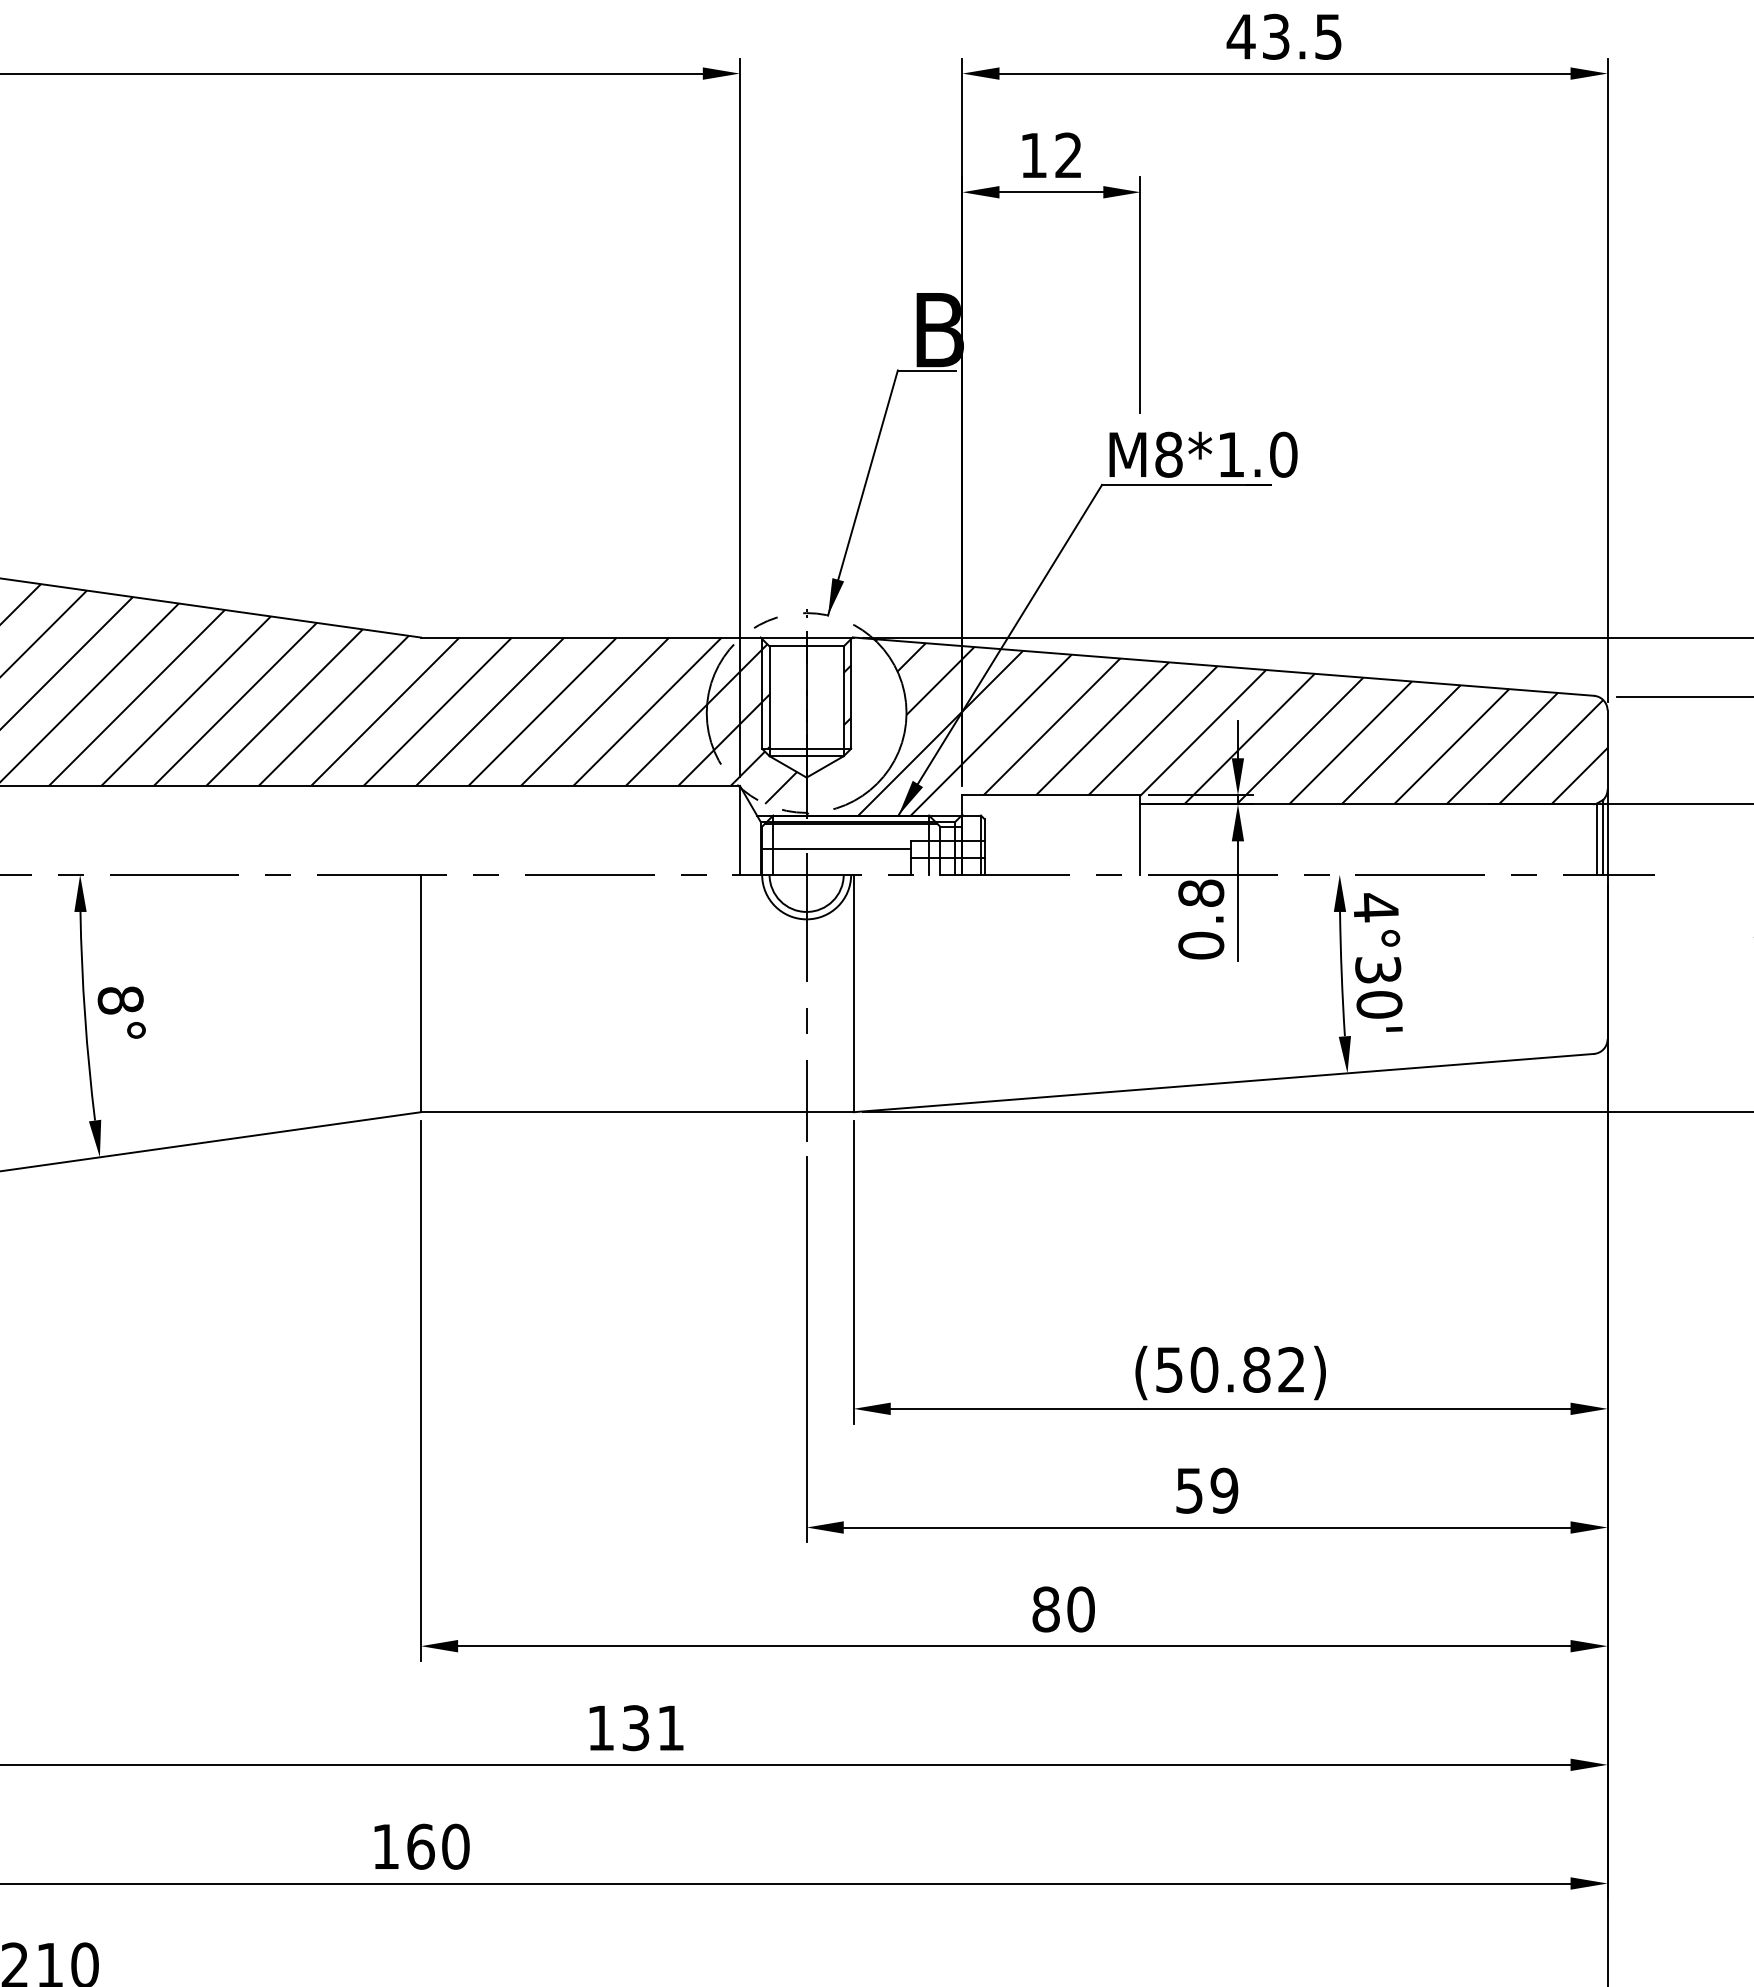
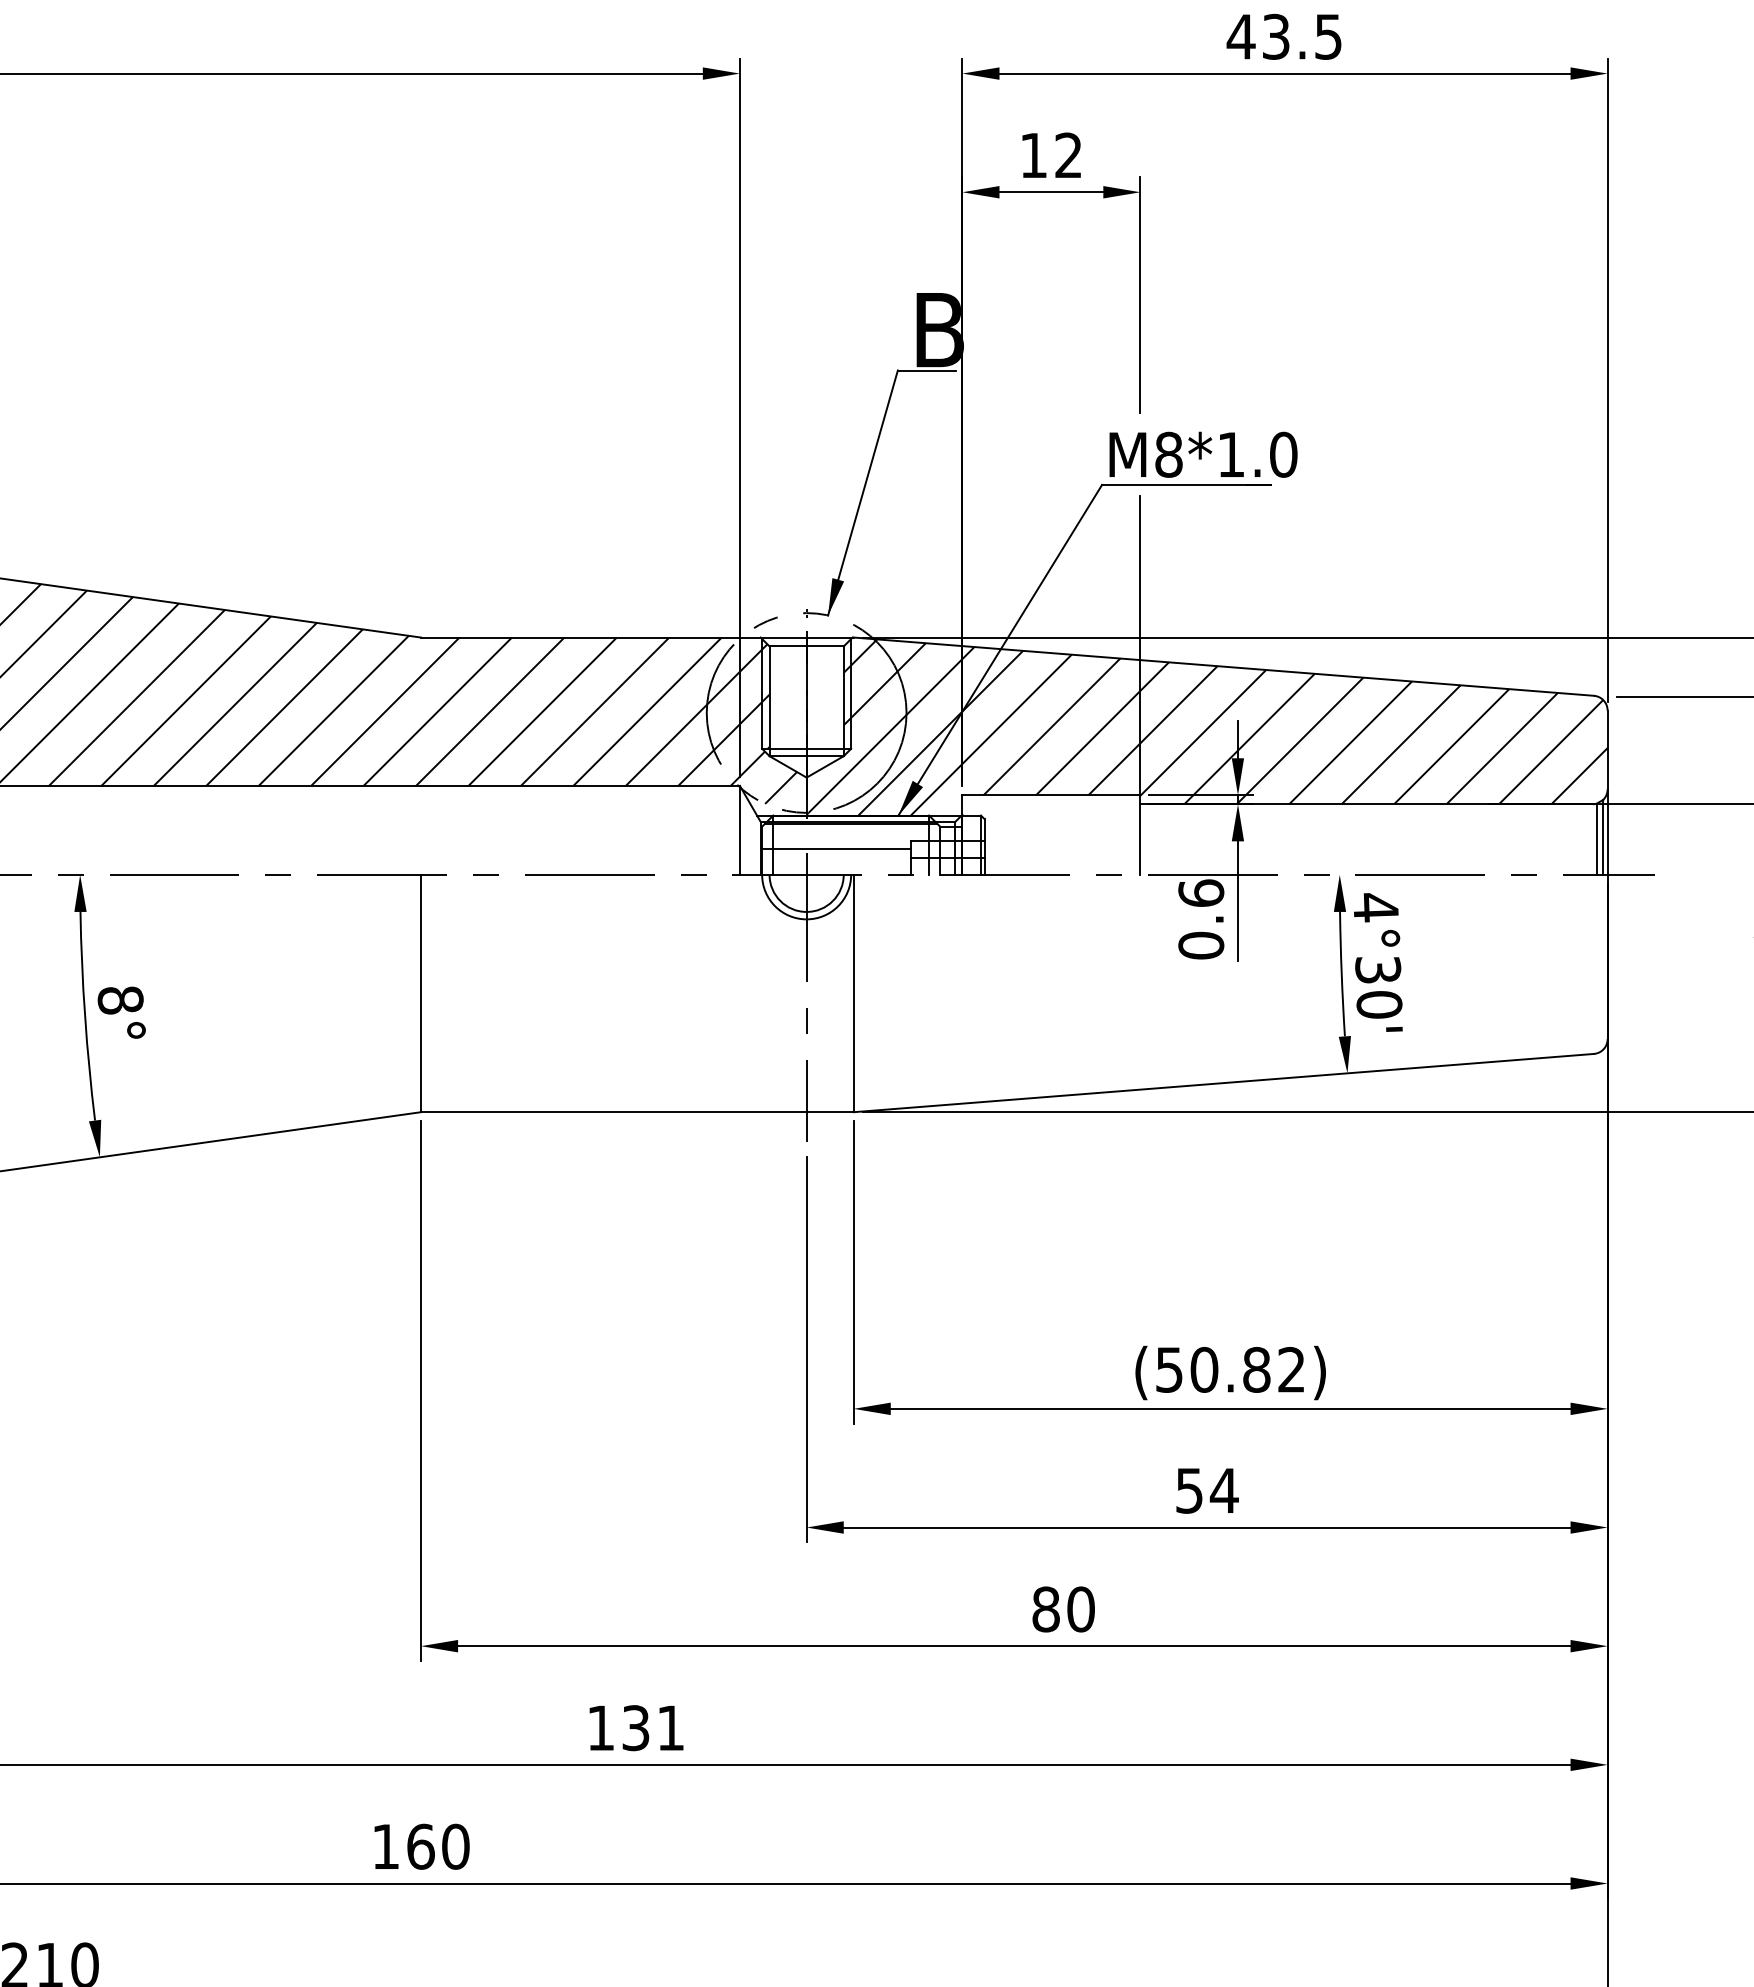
line at (1140, 644): none -> present
hatch at (857, 726): none -> present
text at (1201, 892): 0.8 -> 0.6
text at (1223, 1490): 59 -> 54
